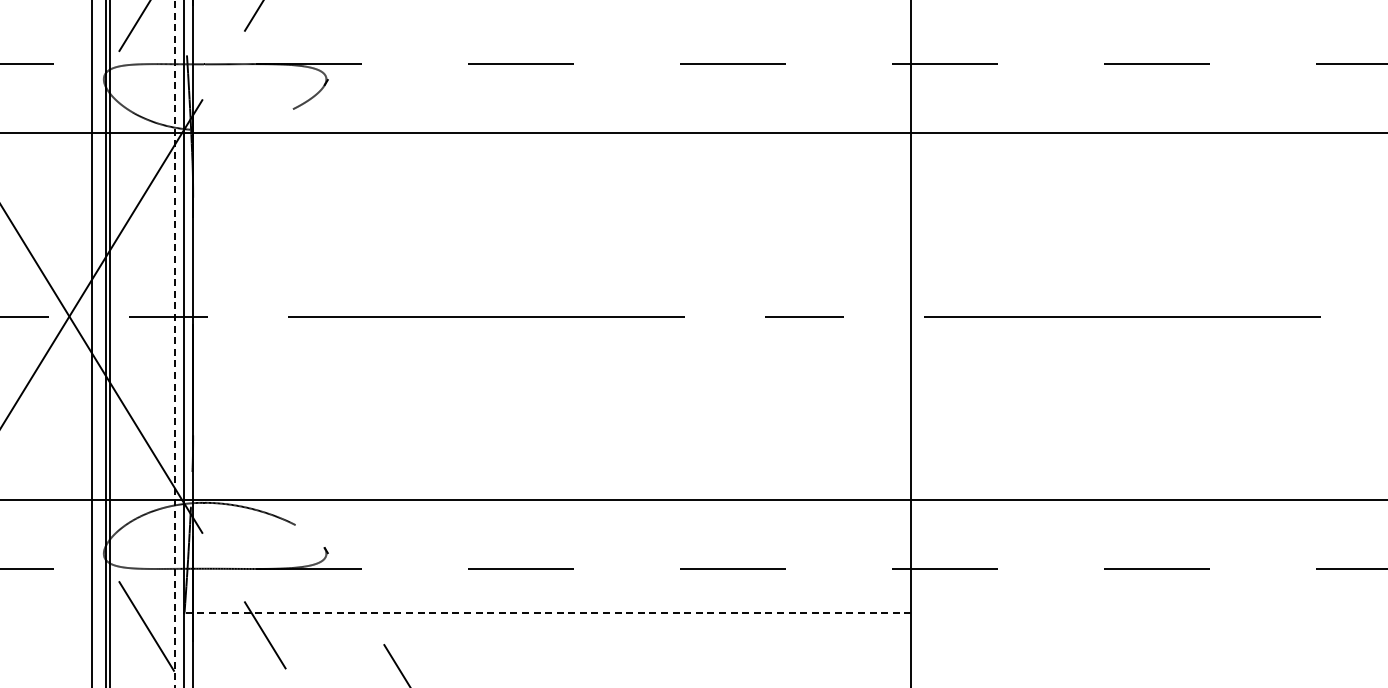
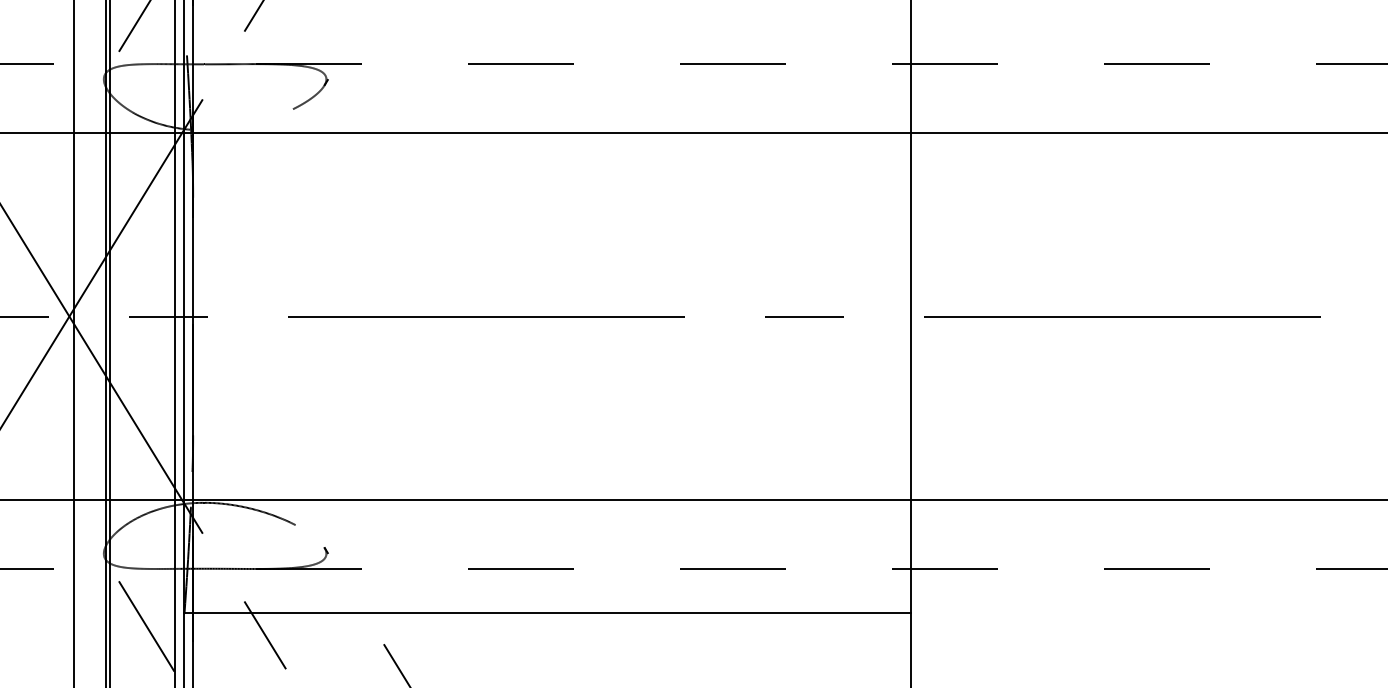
line at (91, 343) position: (91, 343) -> (73, 343)
line at (174, 344): dashed -> solid
line at (547, 612): dashed -> solid
